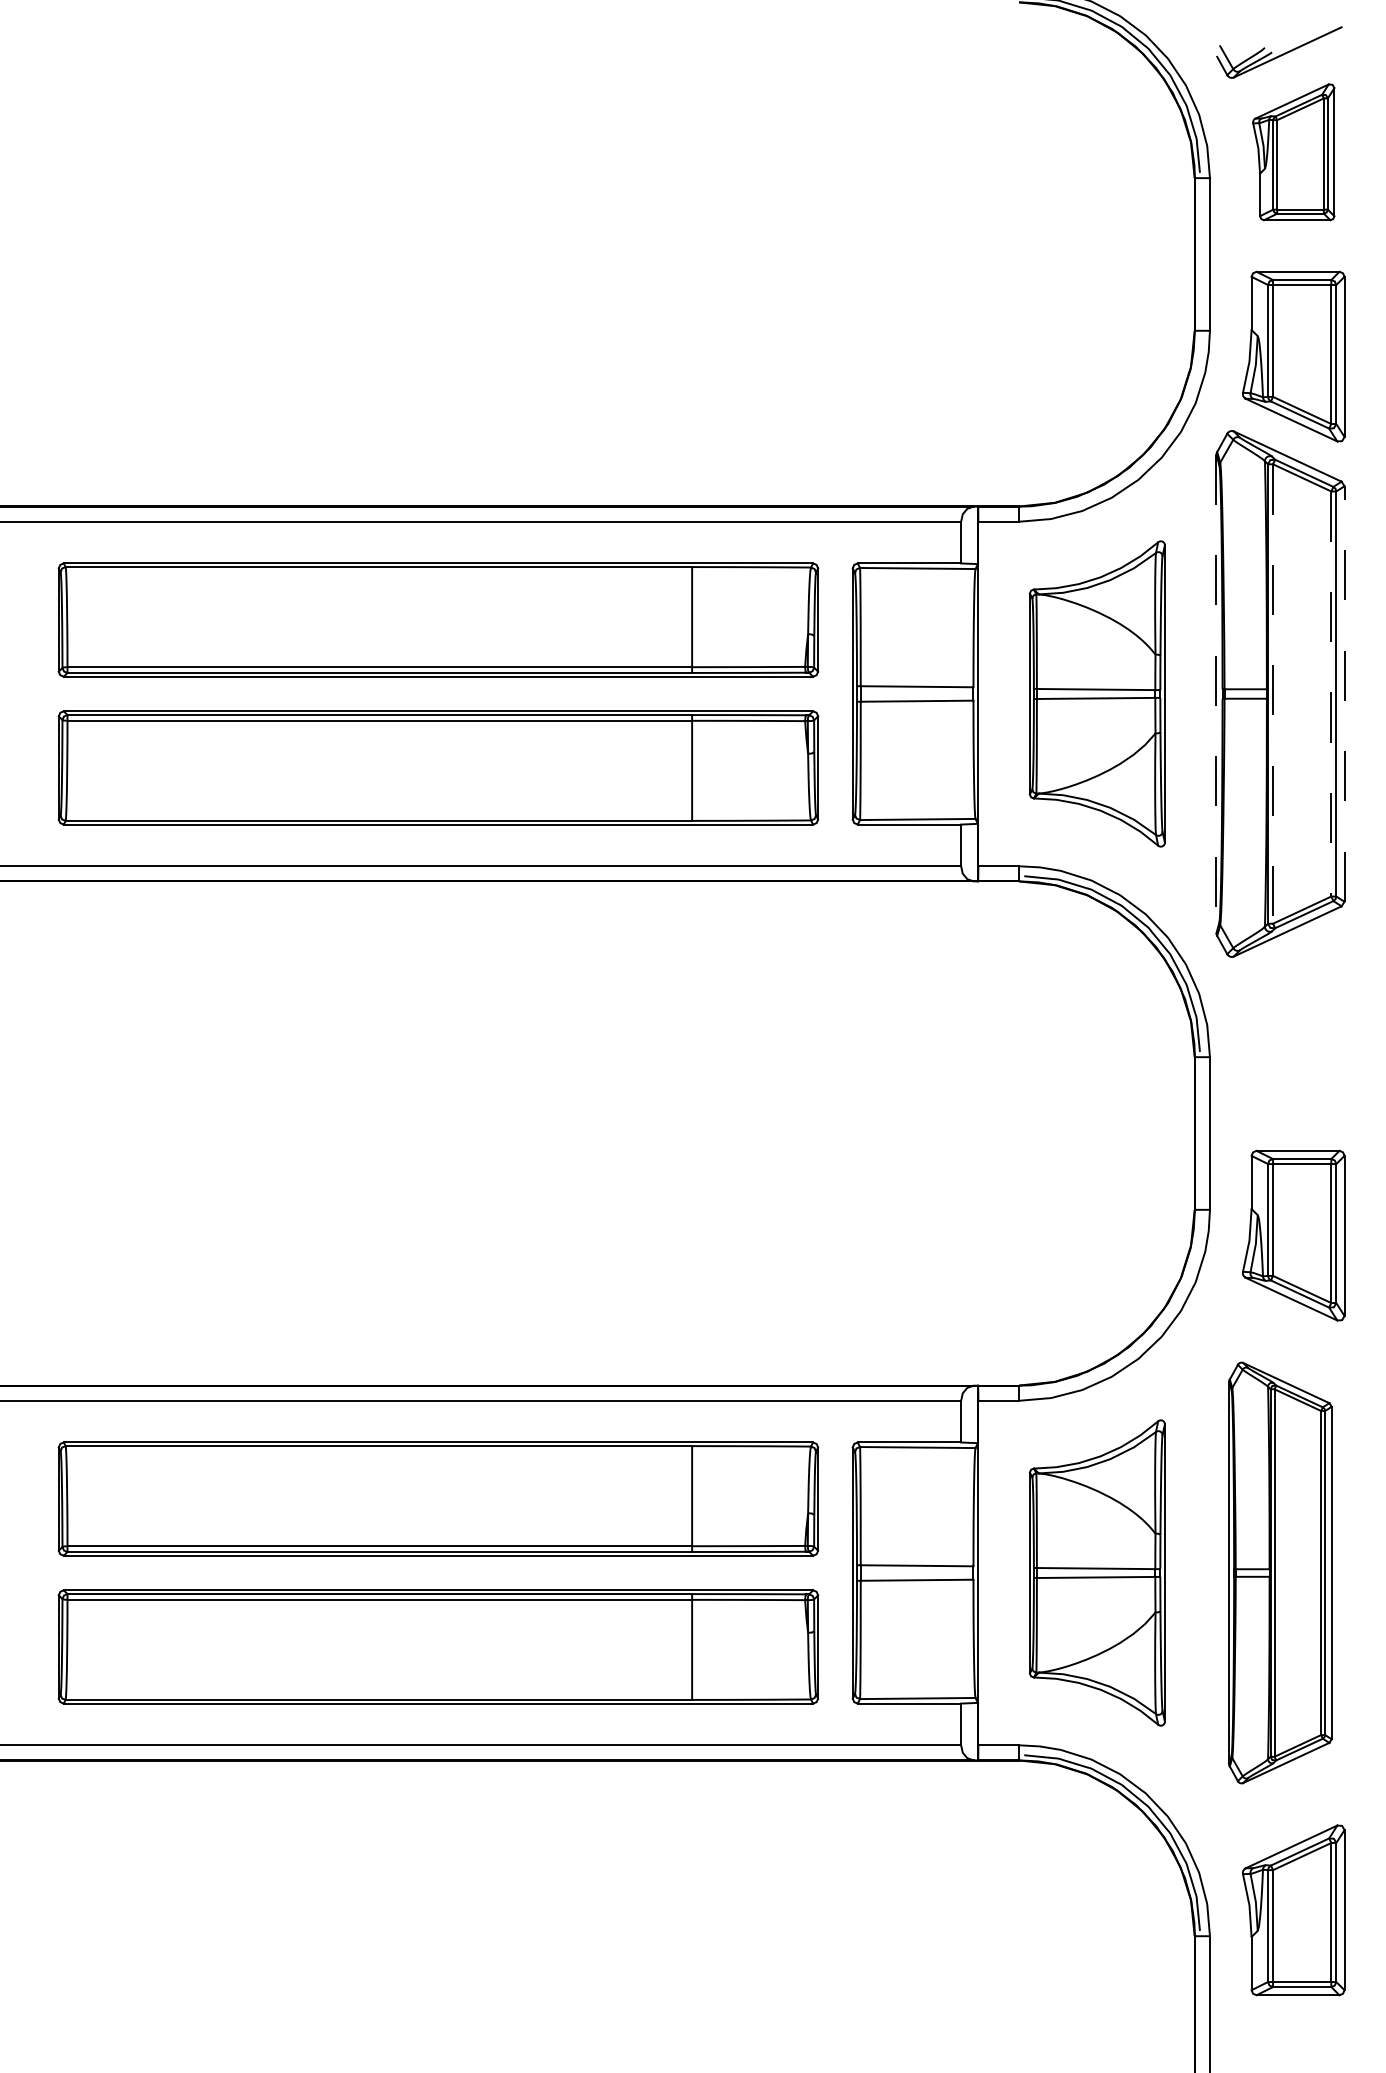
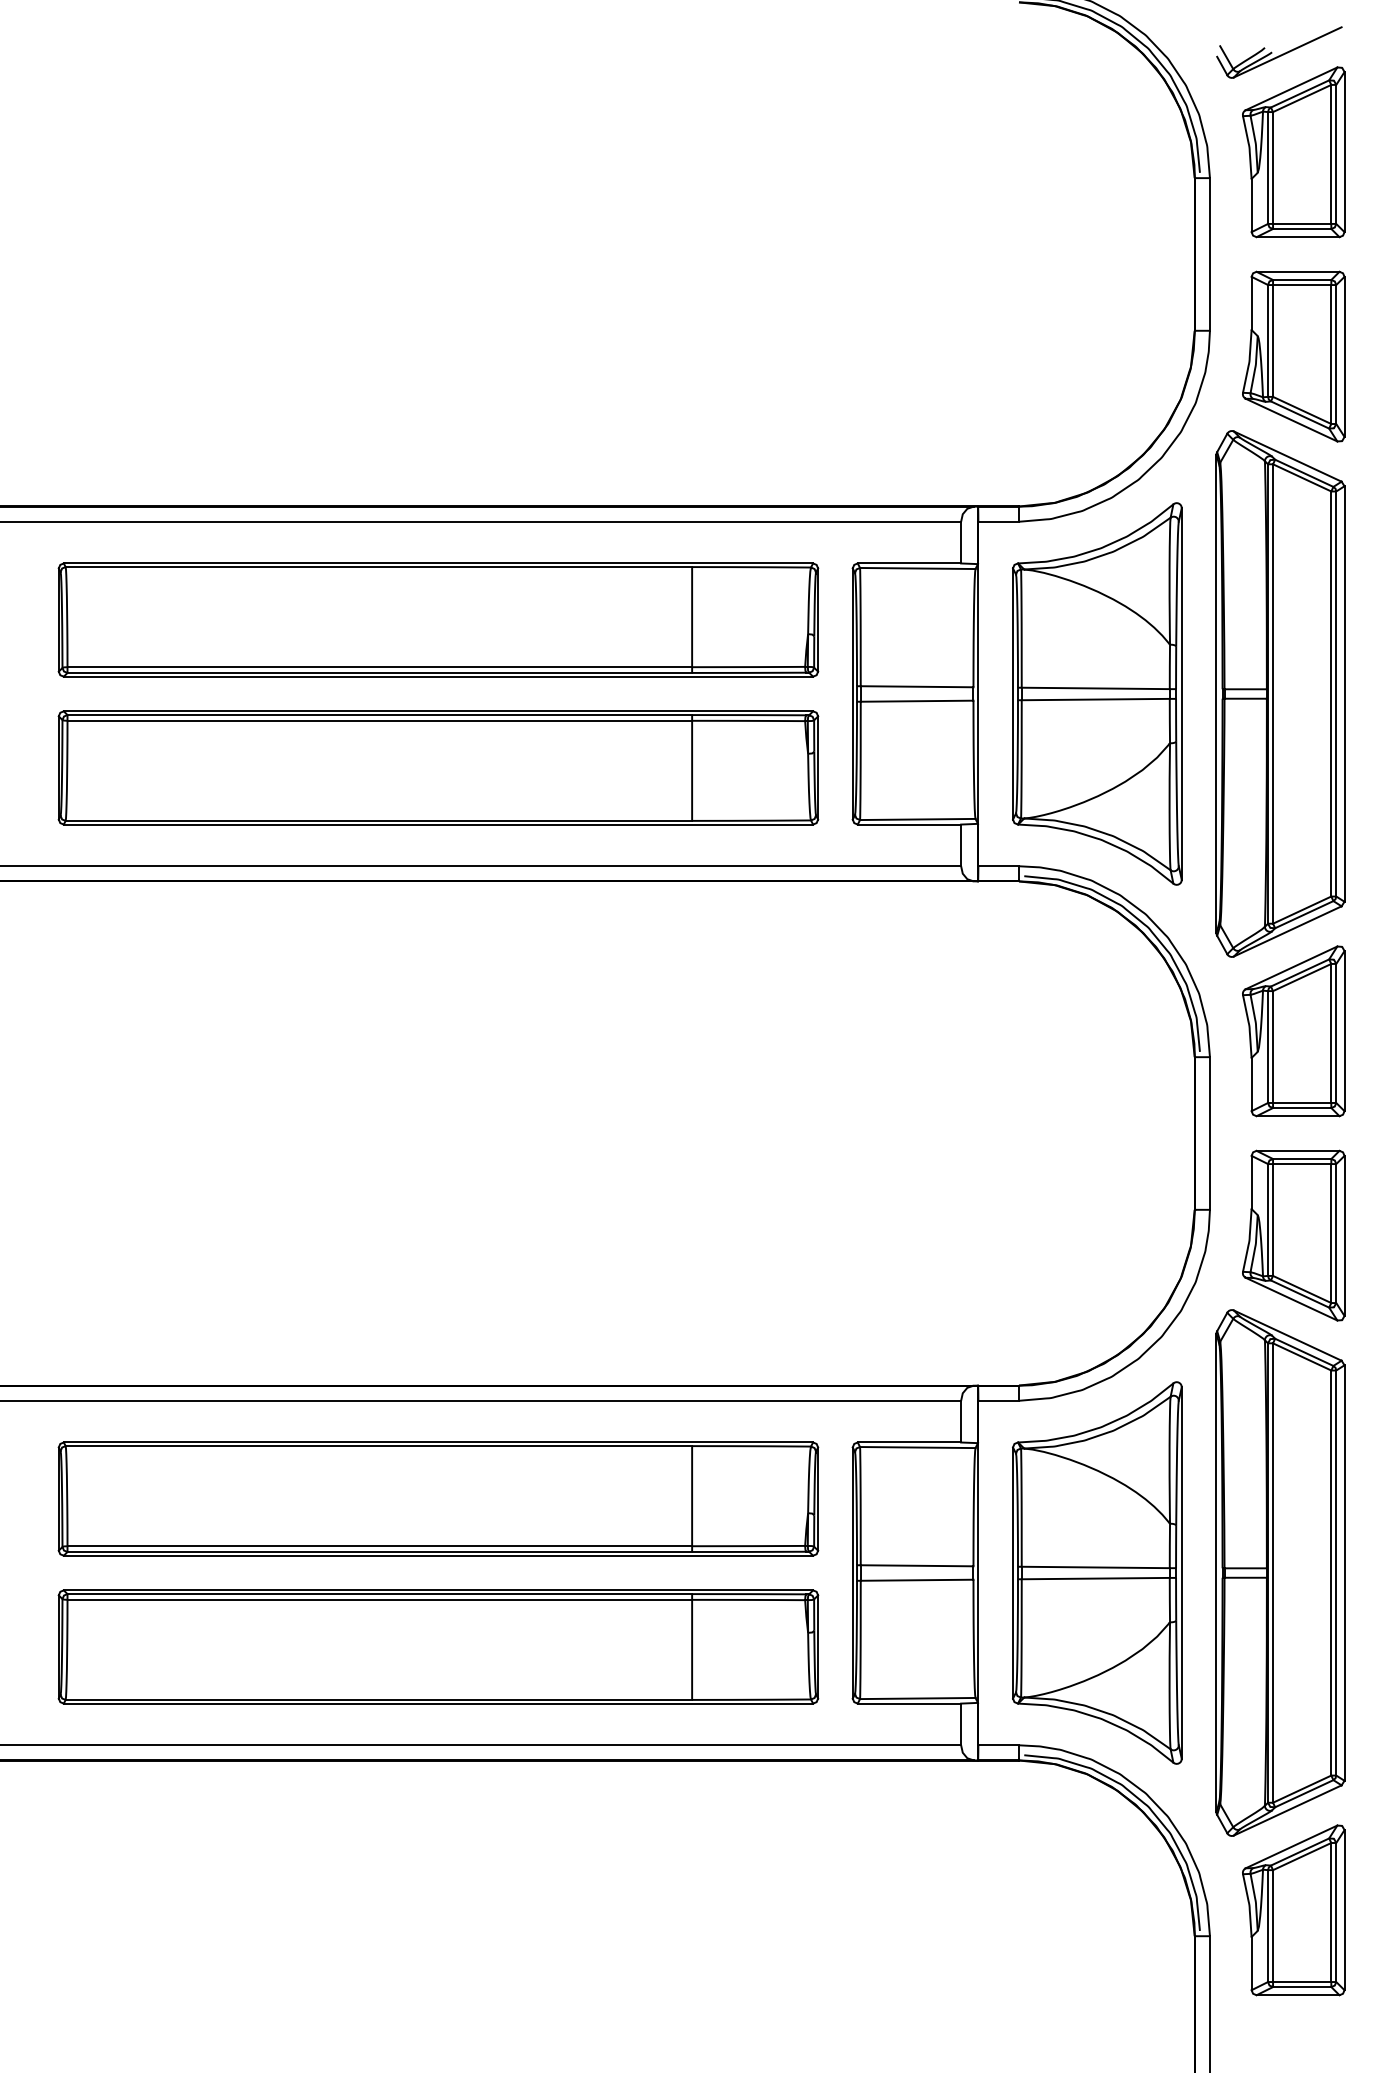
part at (1293, 152) size: 84x139 px -> 104x173 px
part at (1096, 693) size: 138x308 px -> 171x384 px
line at (1216, 694): dashed -> solid
line at (1273, 694): dashed -> solid
line at (1331, 694): dashed -> solid
line at (1344, 694): dashed -> solid
part at (1293, 1031): none -> present
part at (1096, 1572) size: 138x308 px -> 171x384 px
part at (1280, 1572) size: 105x424 px -> 131x528 px
